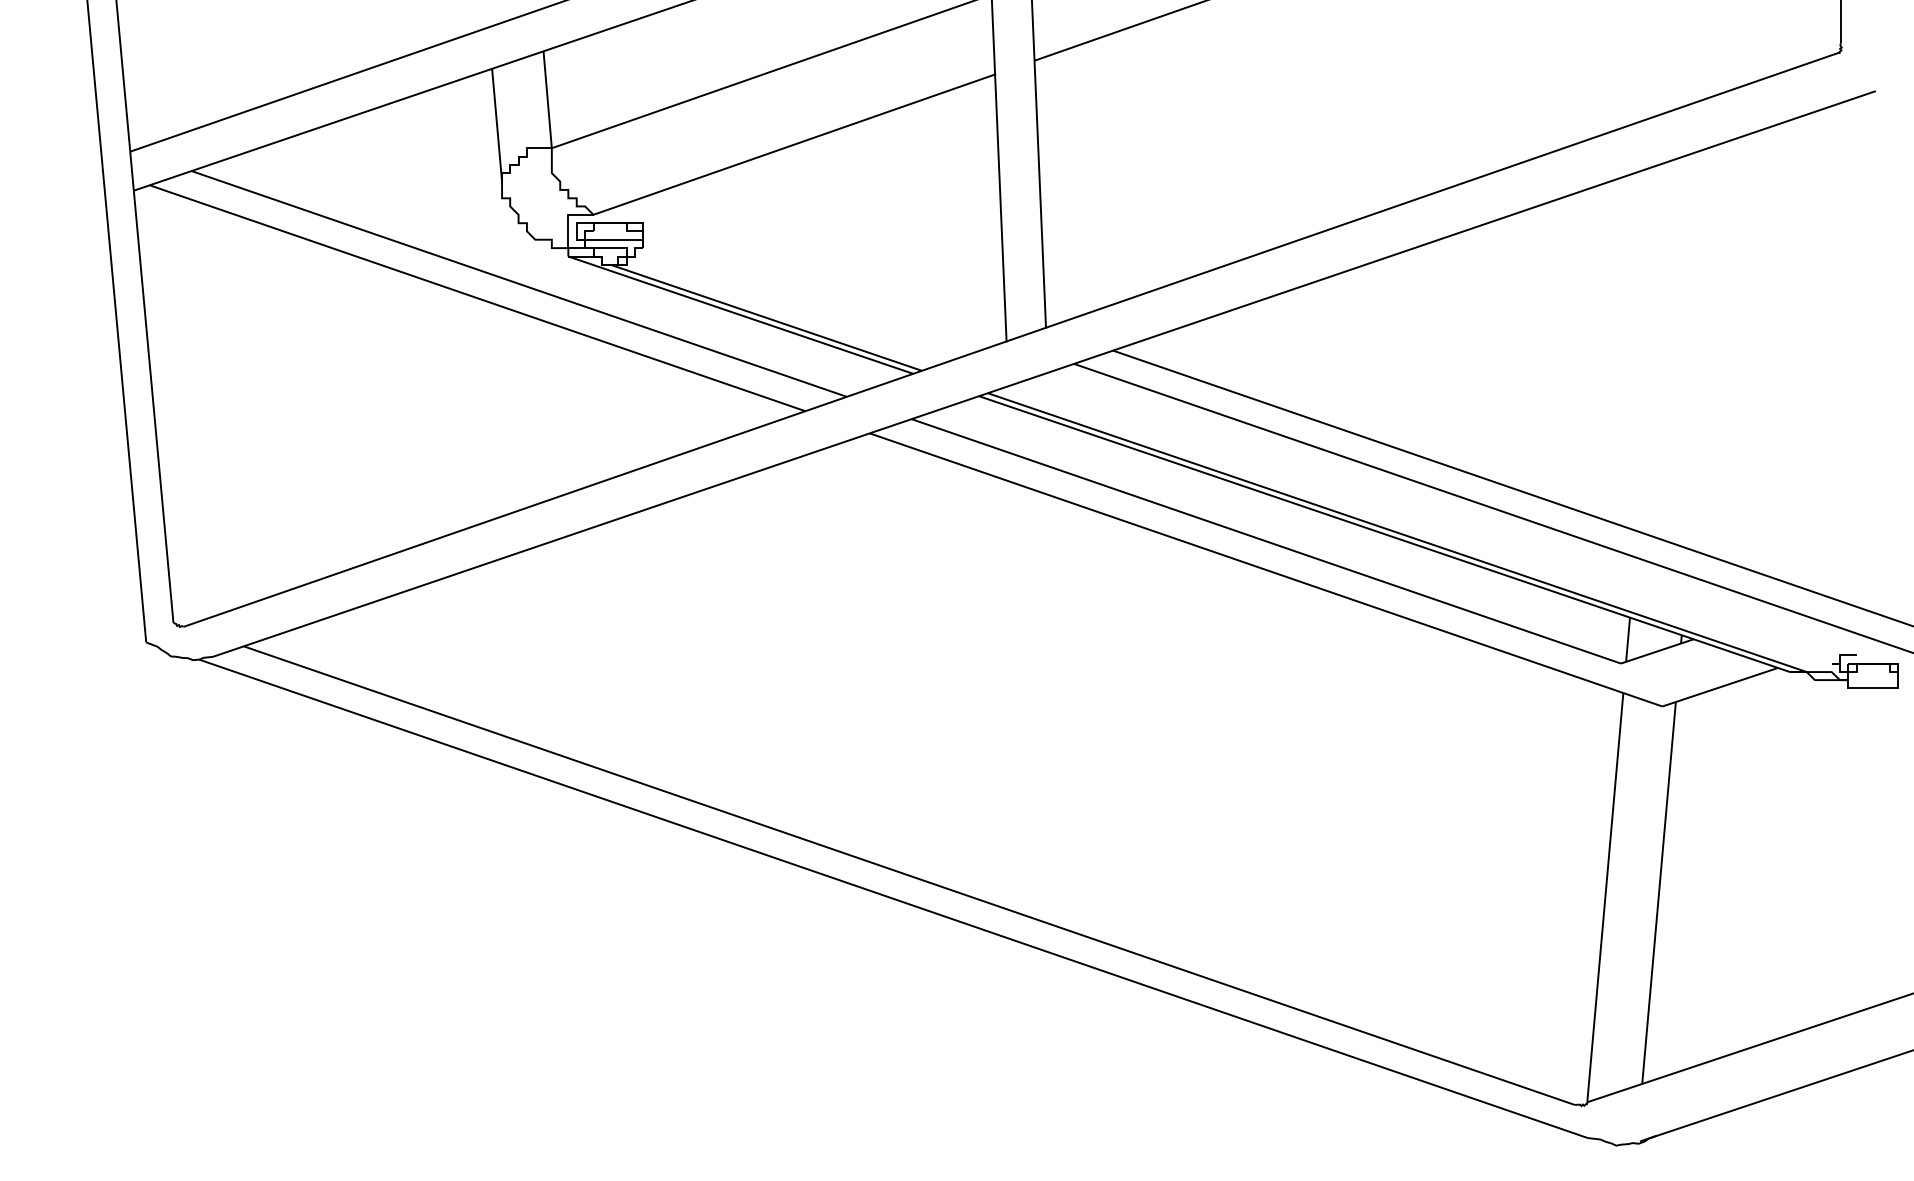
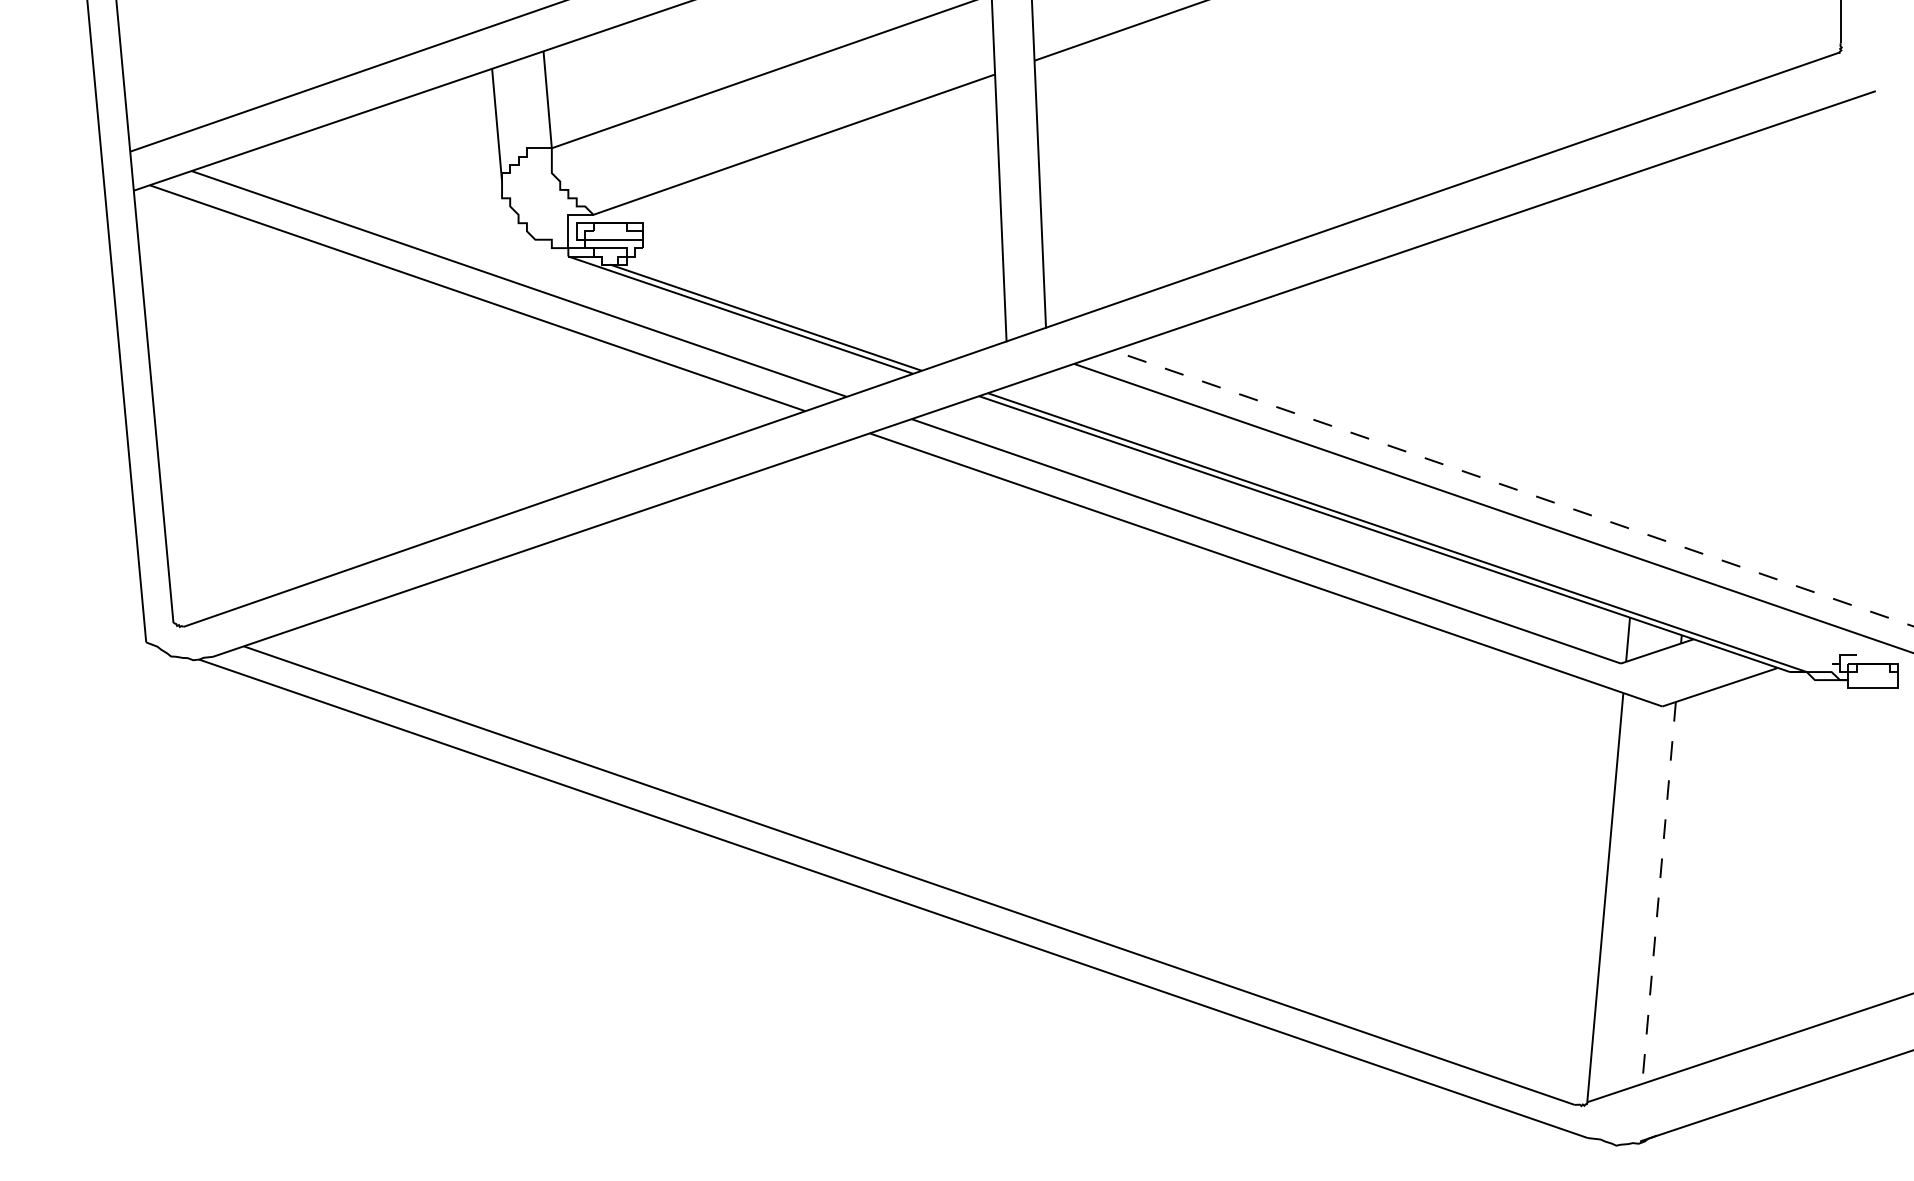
line at (1512, 488): solid -> dashed
line at (1659, 892): solid -> dashed
